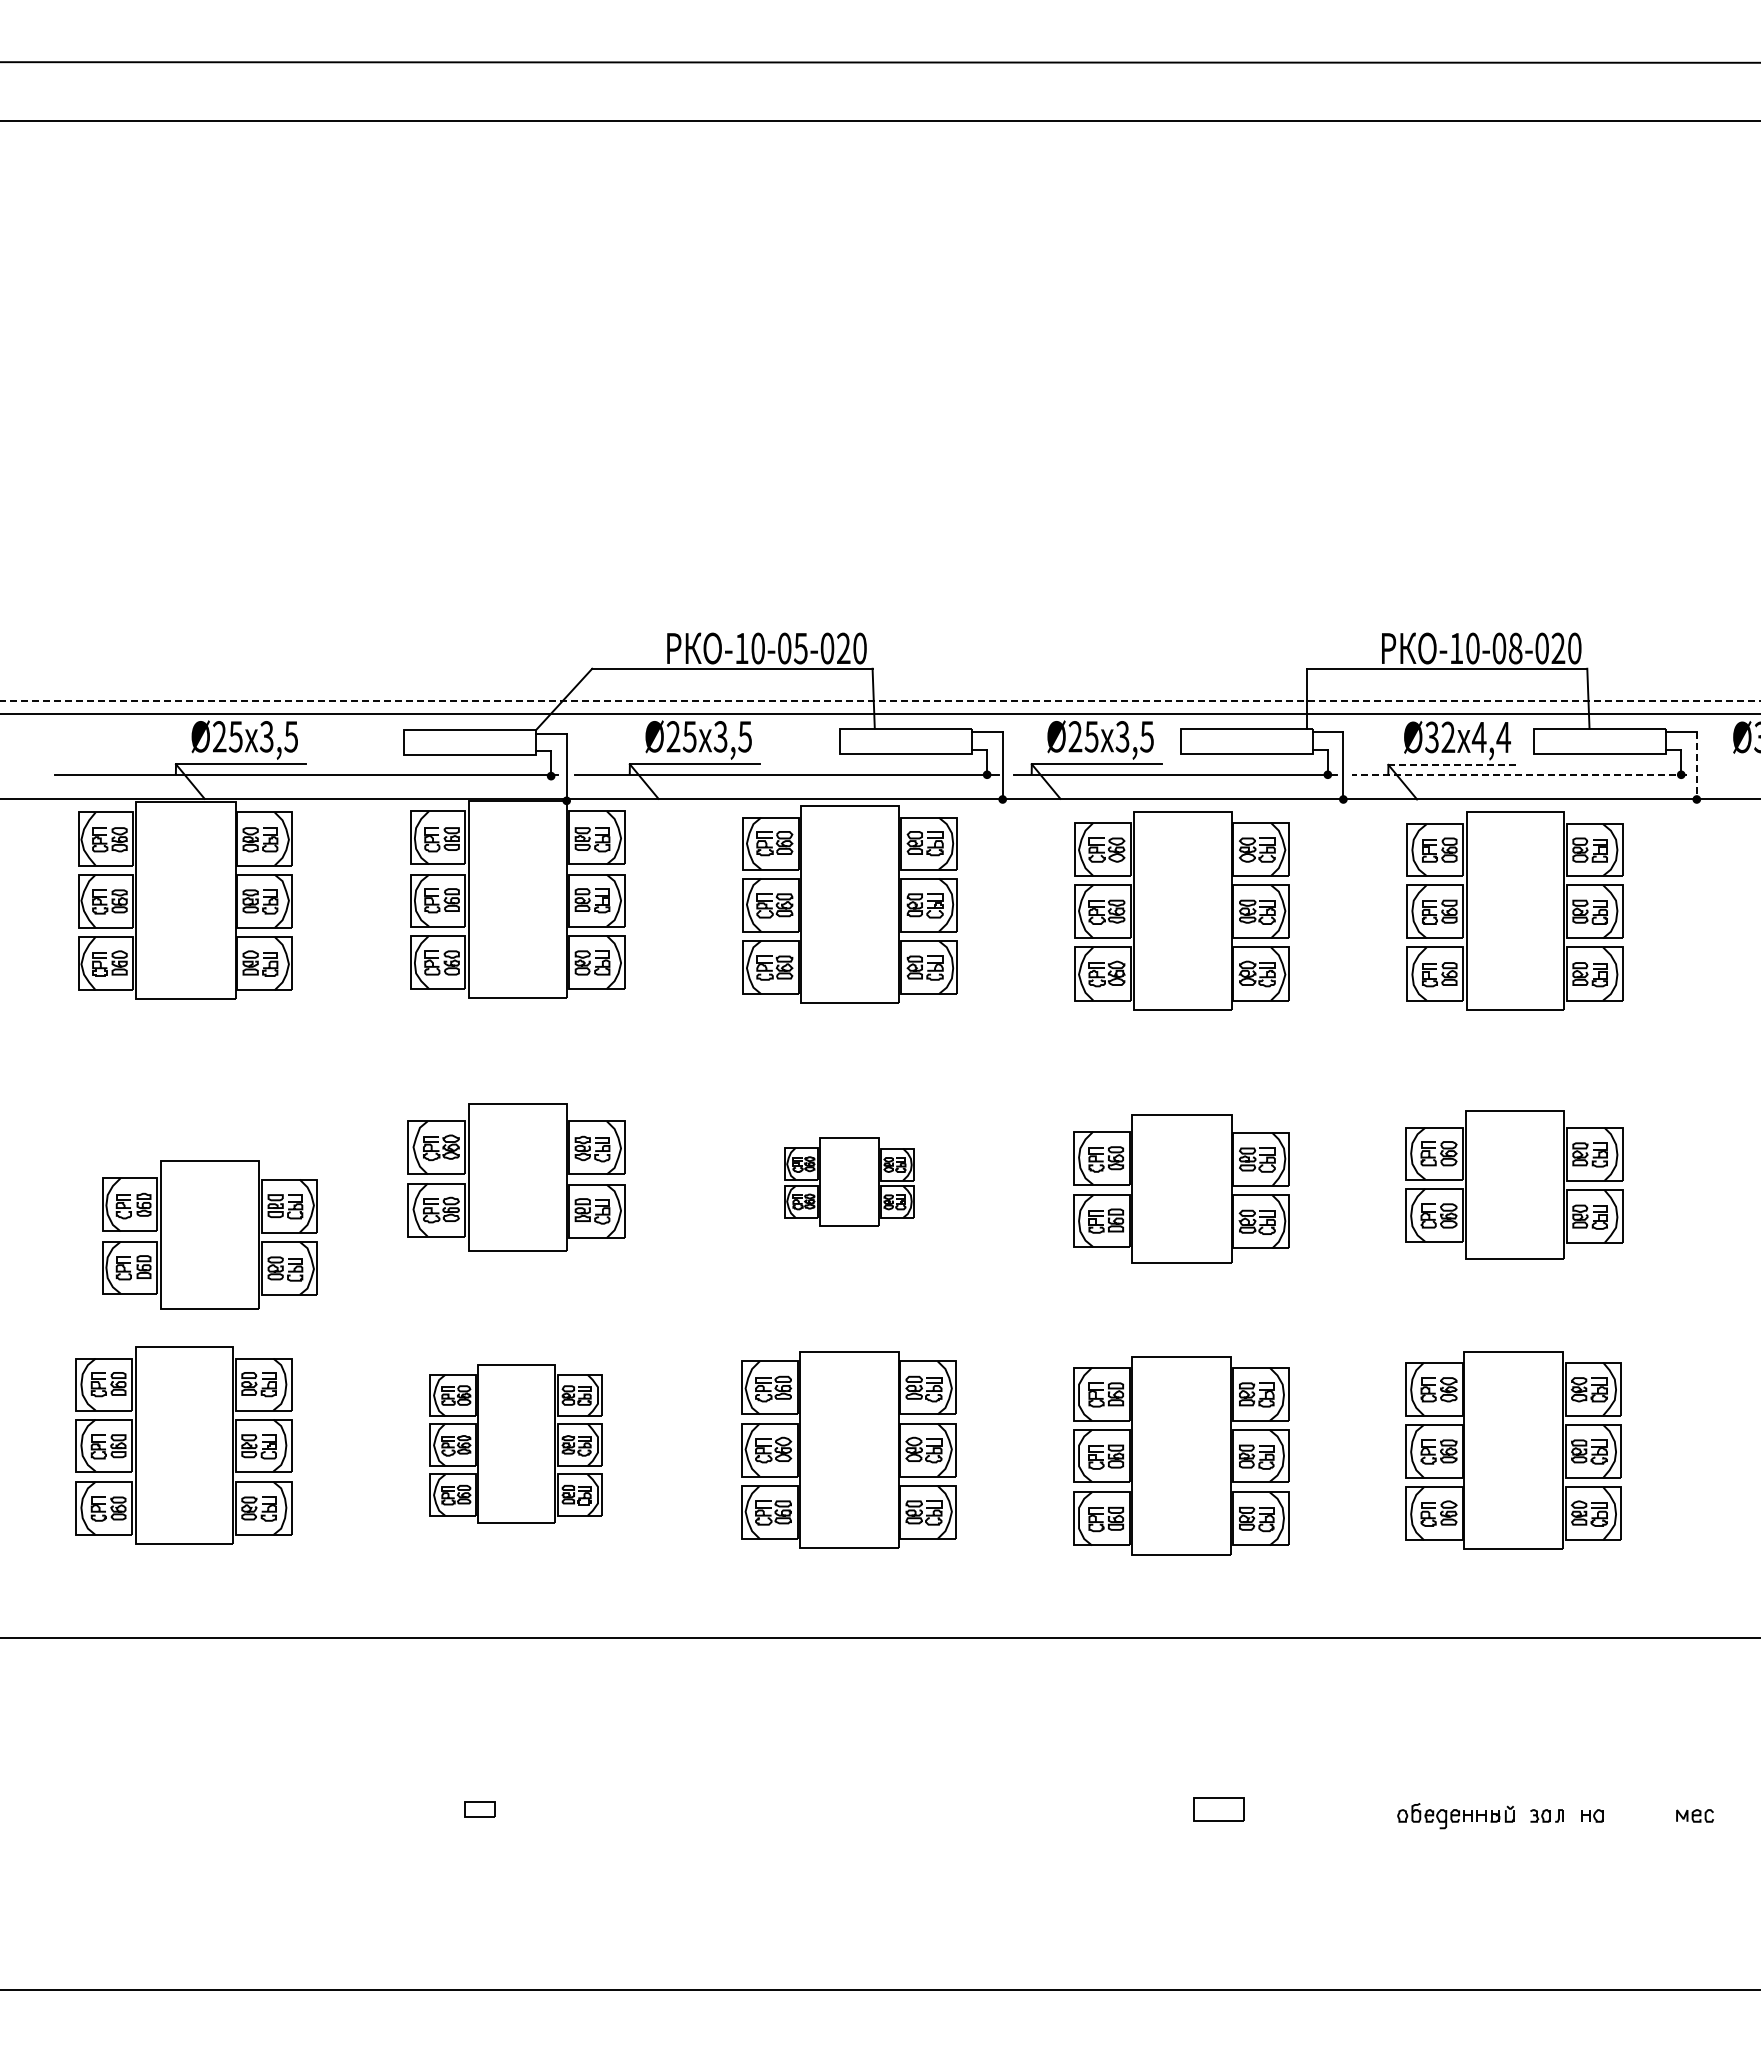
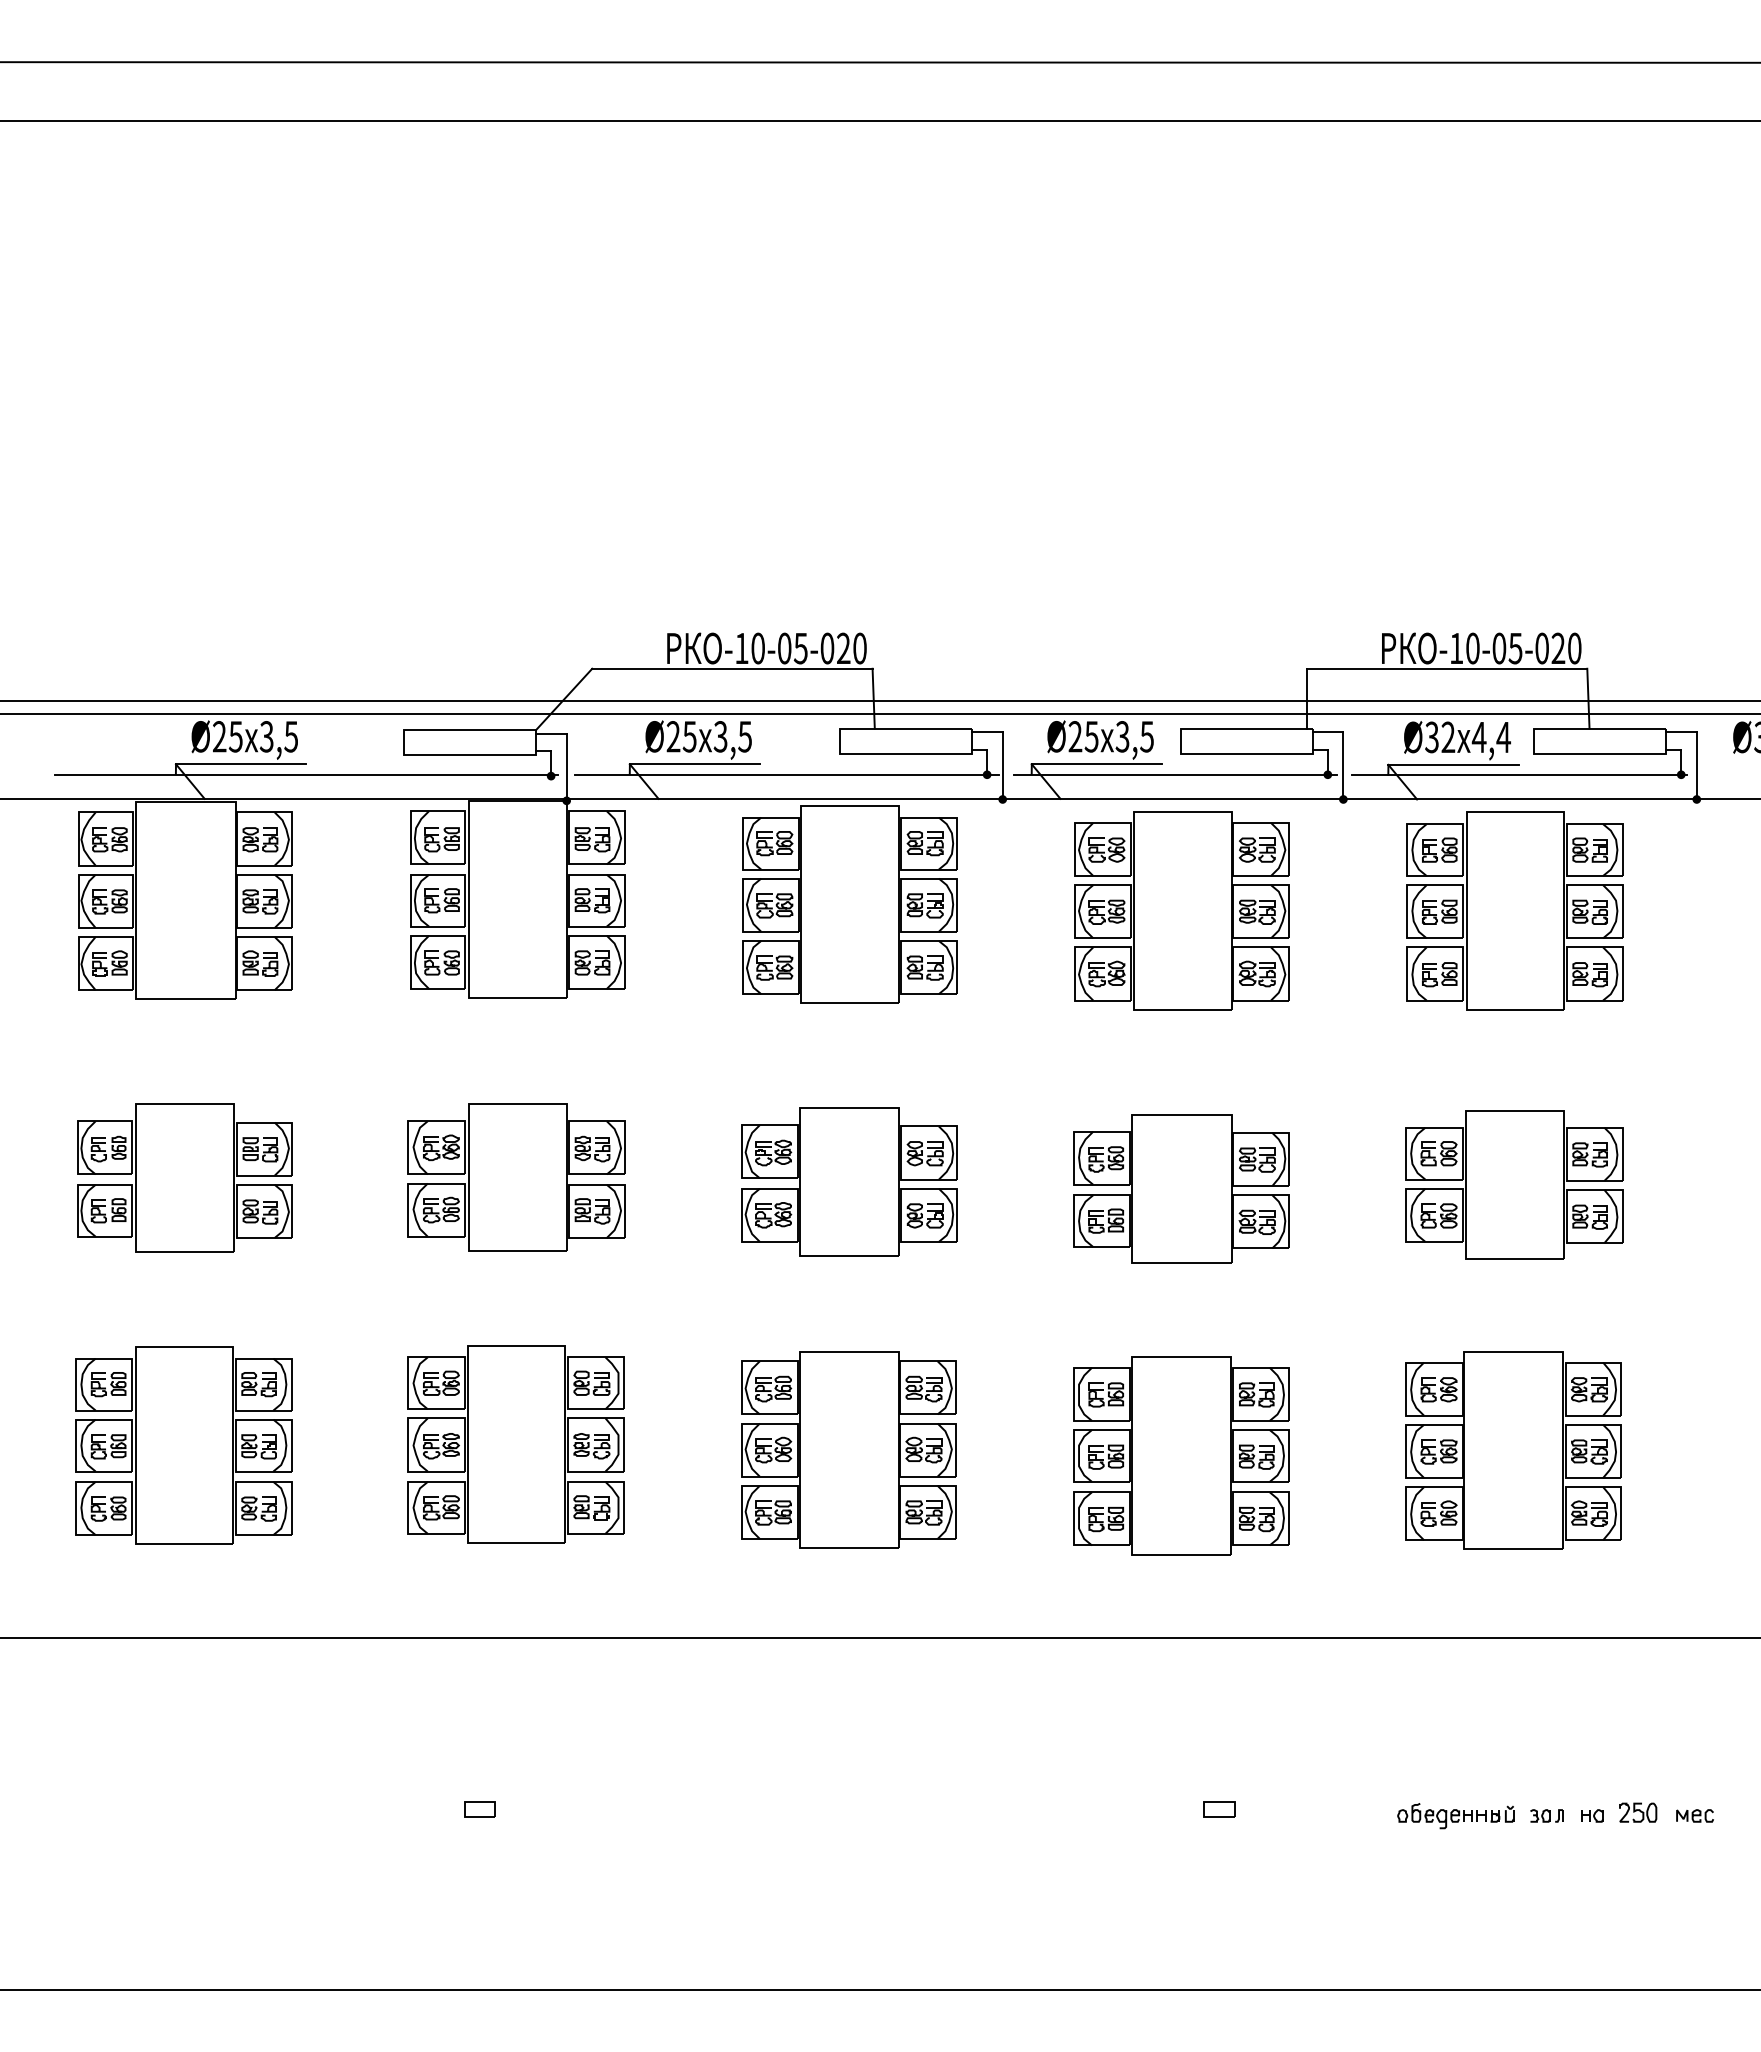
text at (1515, 648): -10-08-020 -> -10-05-020
line at (881, 700): dashed -> solid
line at (1454, 764): dashed -> solid
line at (1696, 765): dashed -> solid
line at (1518, 774): dashed -> solid
part at (849, 1181) size: 131x90 px -> 217x150 px
part at (209, 1234) position: (209, 1234) -> (184, 1177)
part at (515, 1443) size: 174x160 px -> 218x199 px
part at (1218, 1809) size: 52x25 px -> 33x17 px
part at (1638, 1812): none -> present
